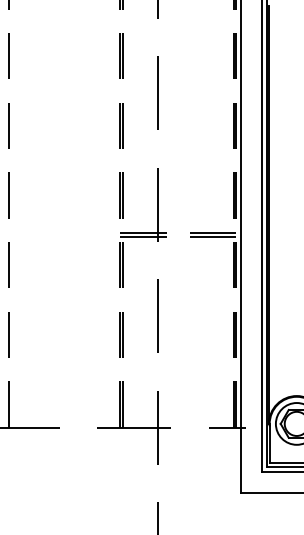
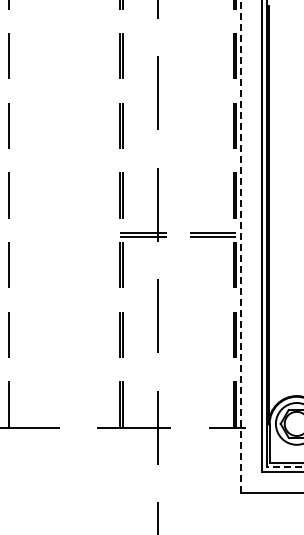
line at (241, 246): solid -> dashed
line at (284, 467): solid -> dashed
